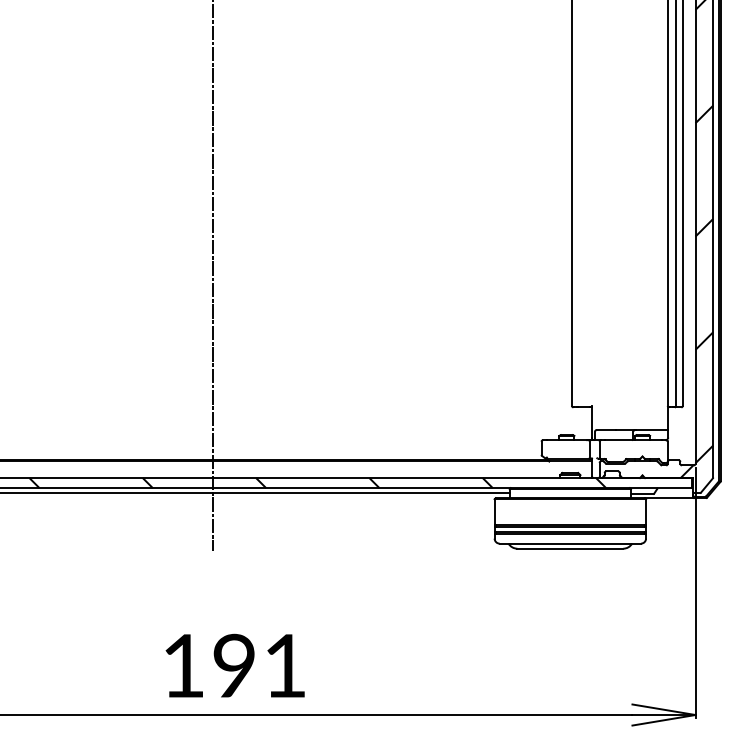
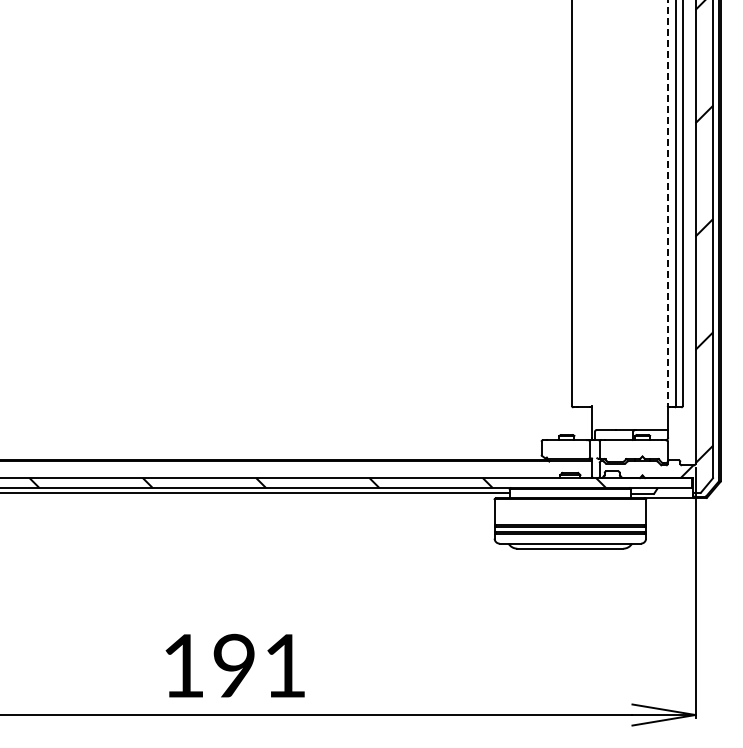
line at (667, 202): solid -> dashed
line at (213, 276): present -> none
